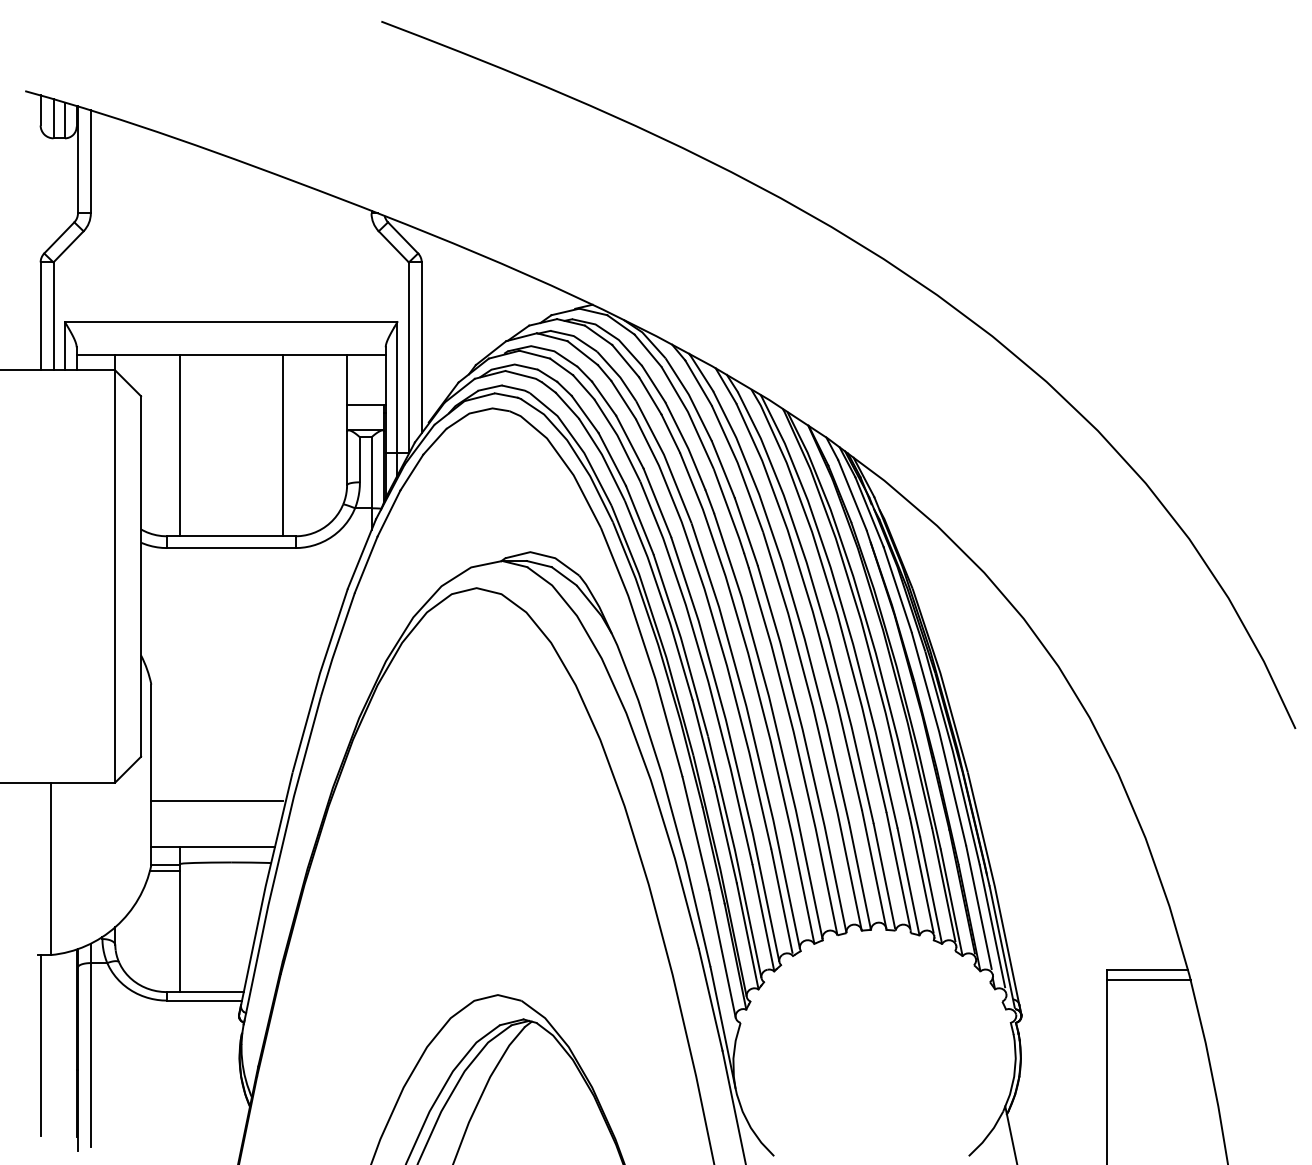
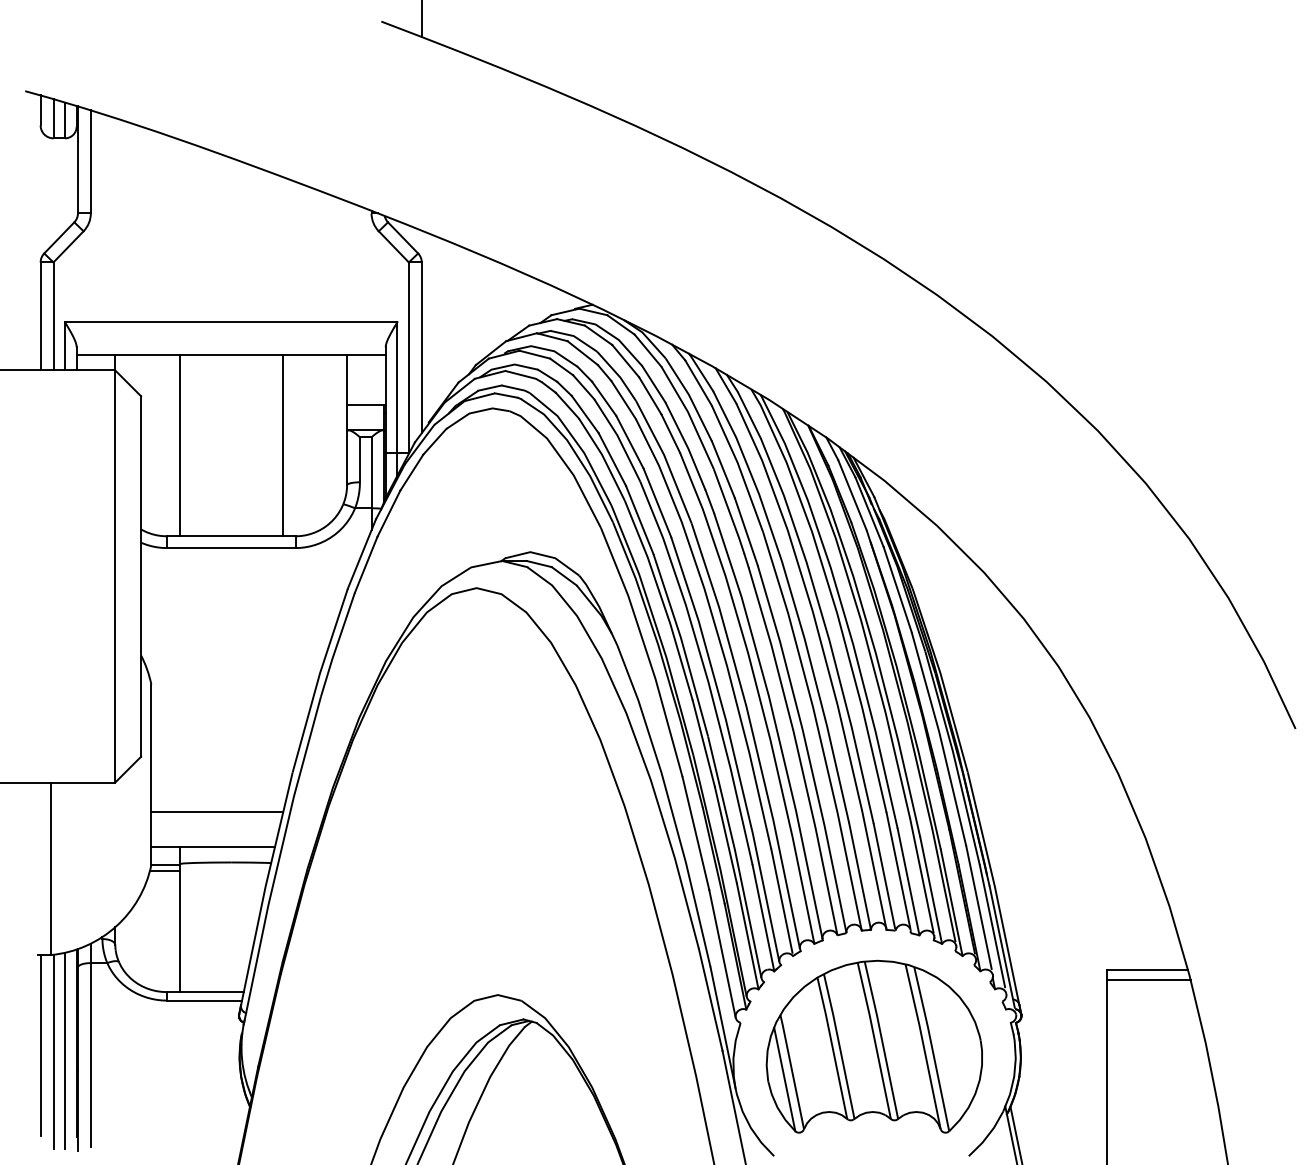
line at (421, 19): none -> present
line at (217, 800) position: (217, 800) -> (217, 811)
part at (873, 1046): none -> present
line at (64, 1050): none -> present
line at (53, 1051): none -> present
line at (1015, 1133): none -> present
